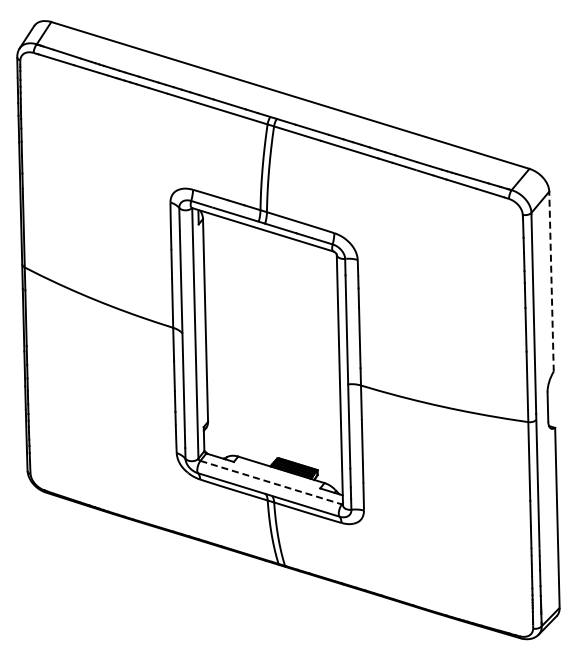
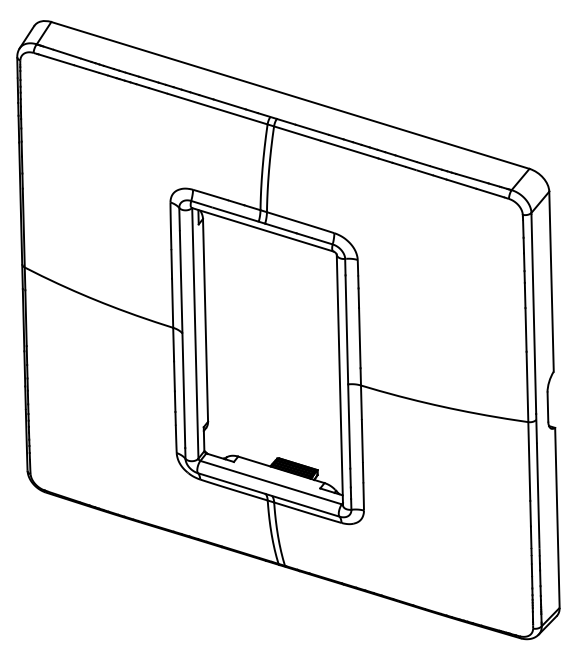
line at (551, 281): dashed -> solid
line at (271, 482): dashed -> solid
